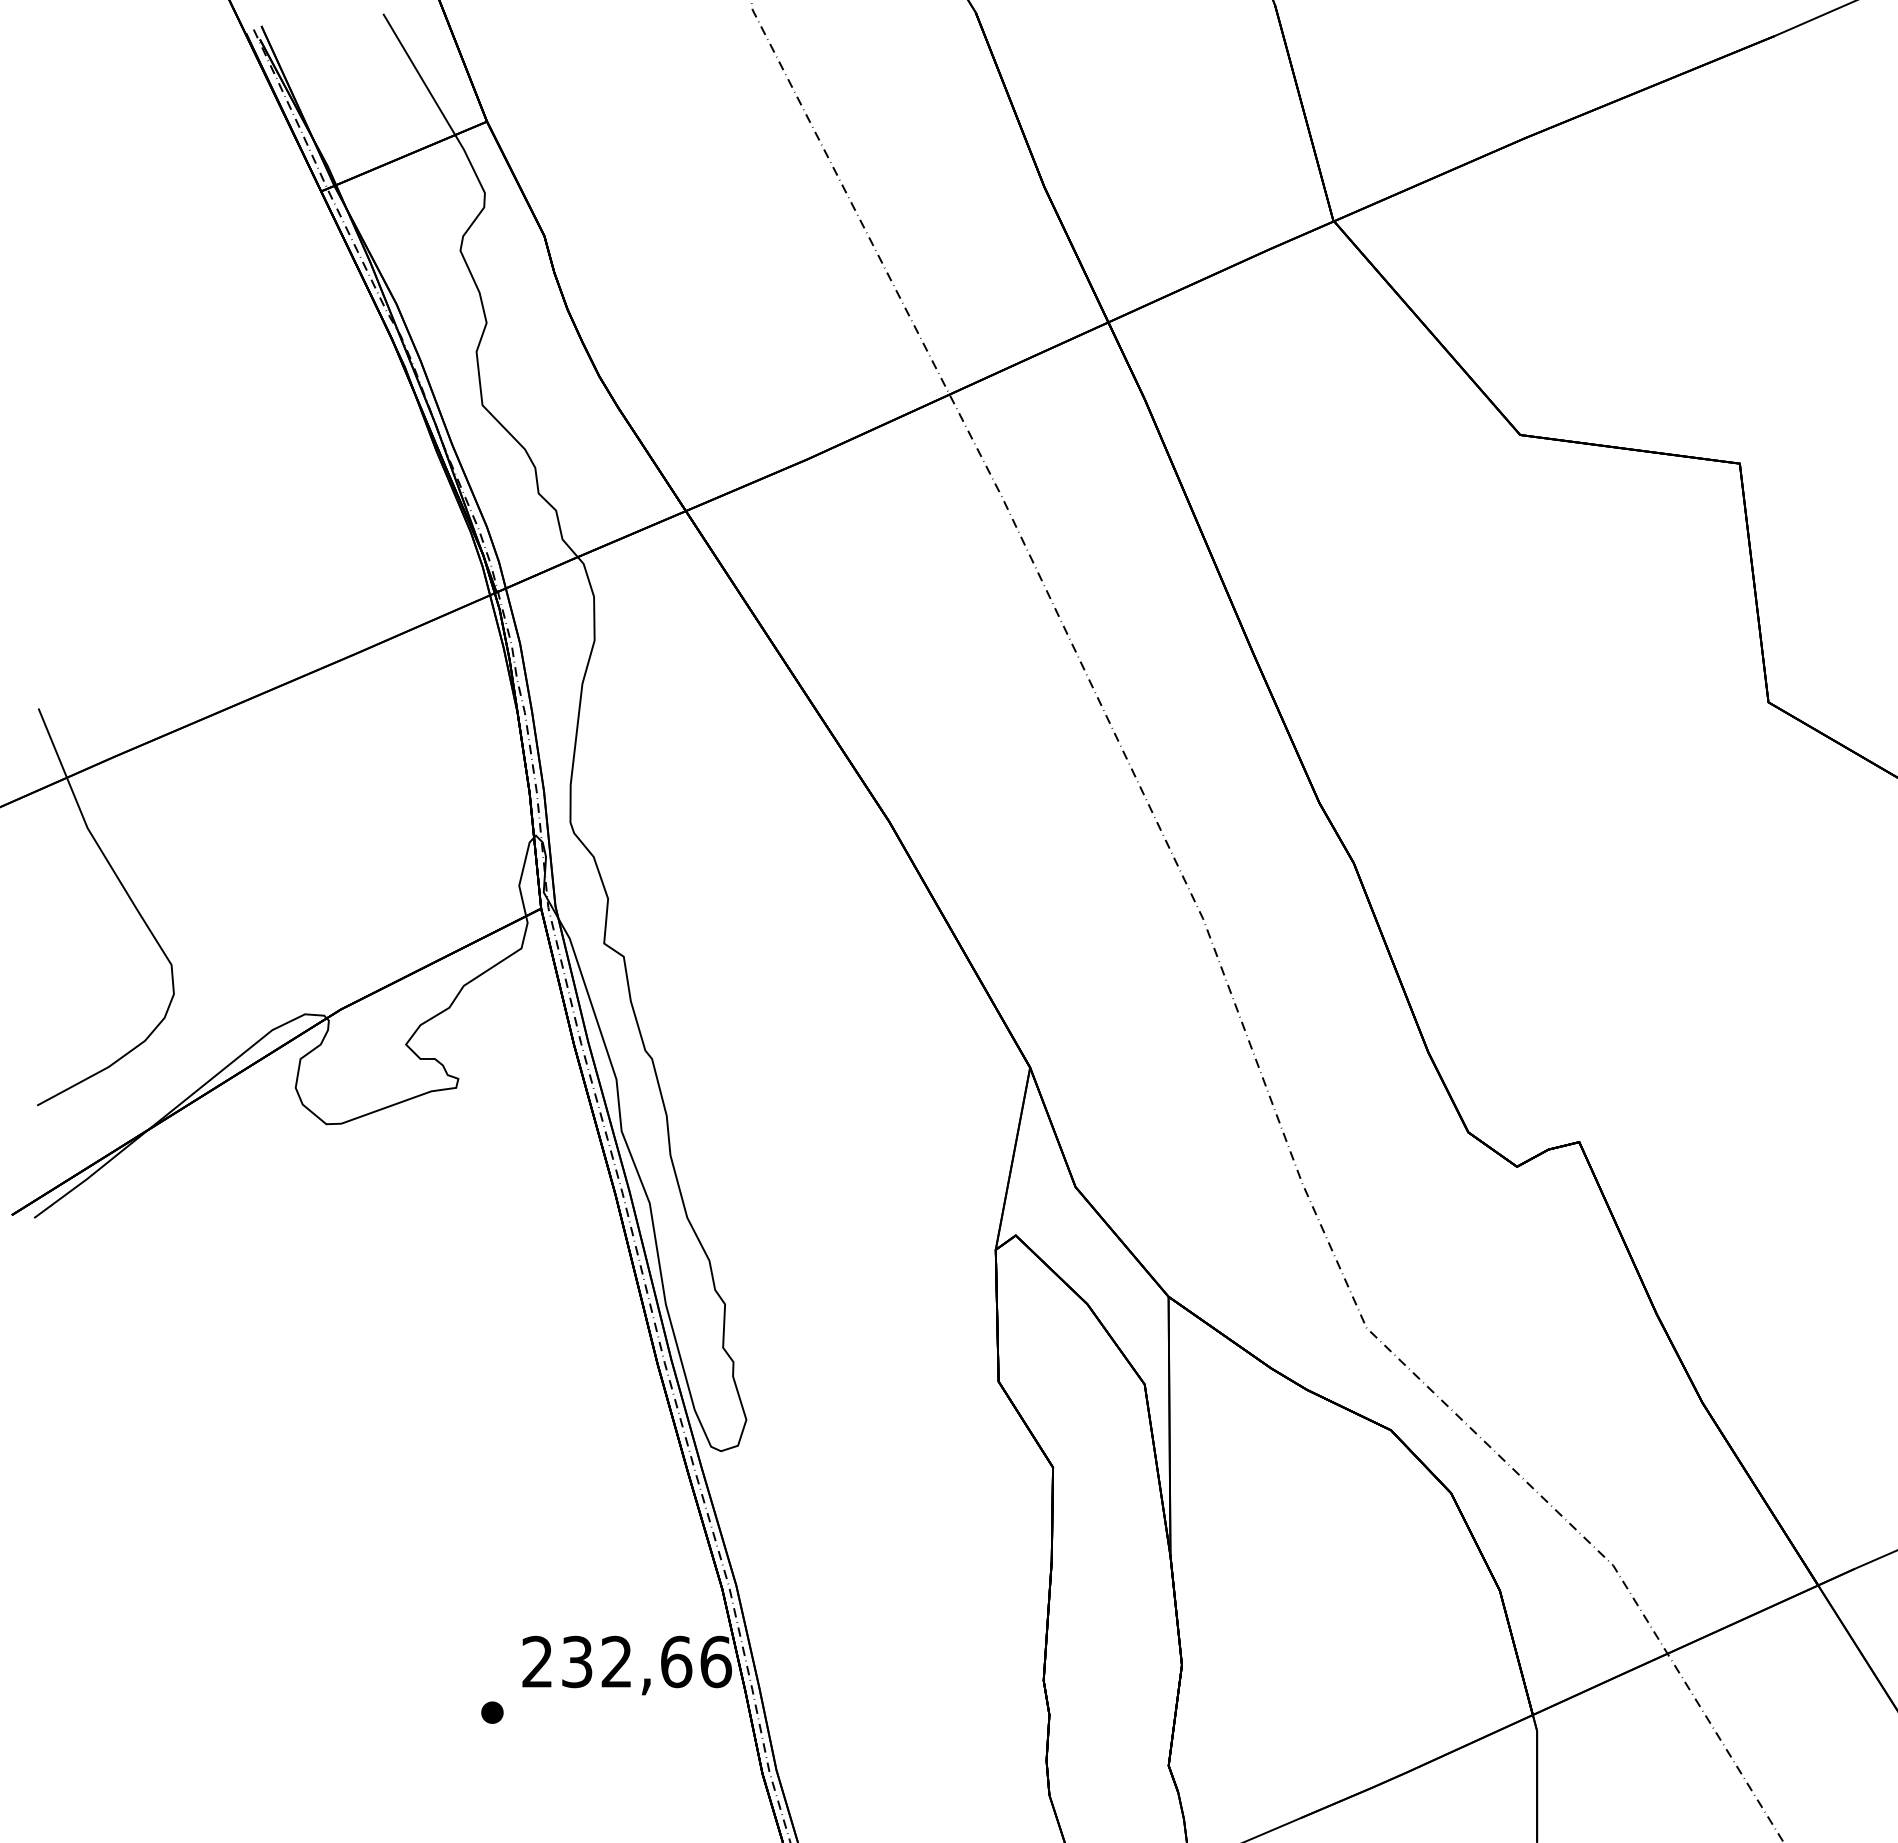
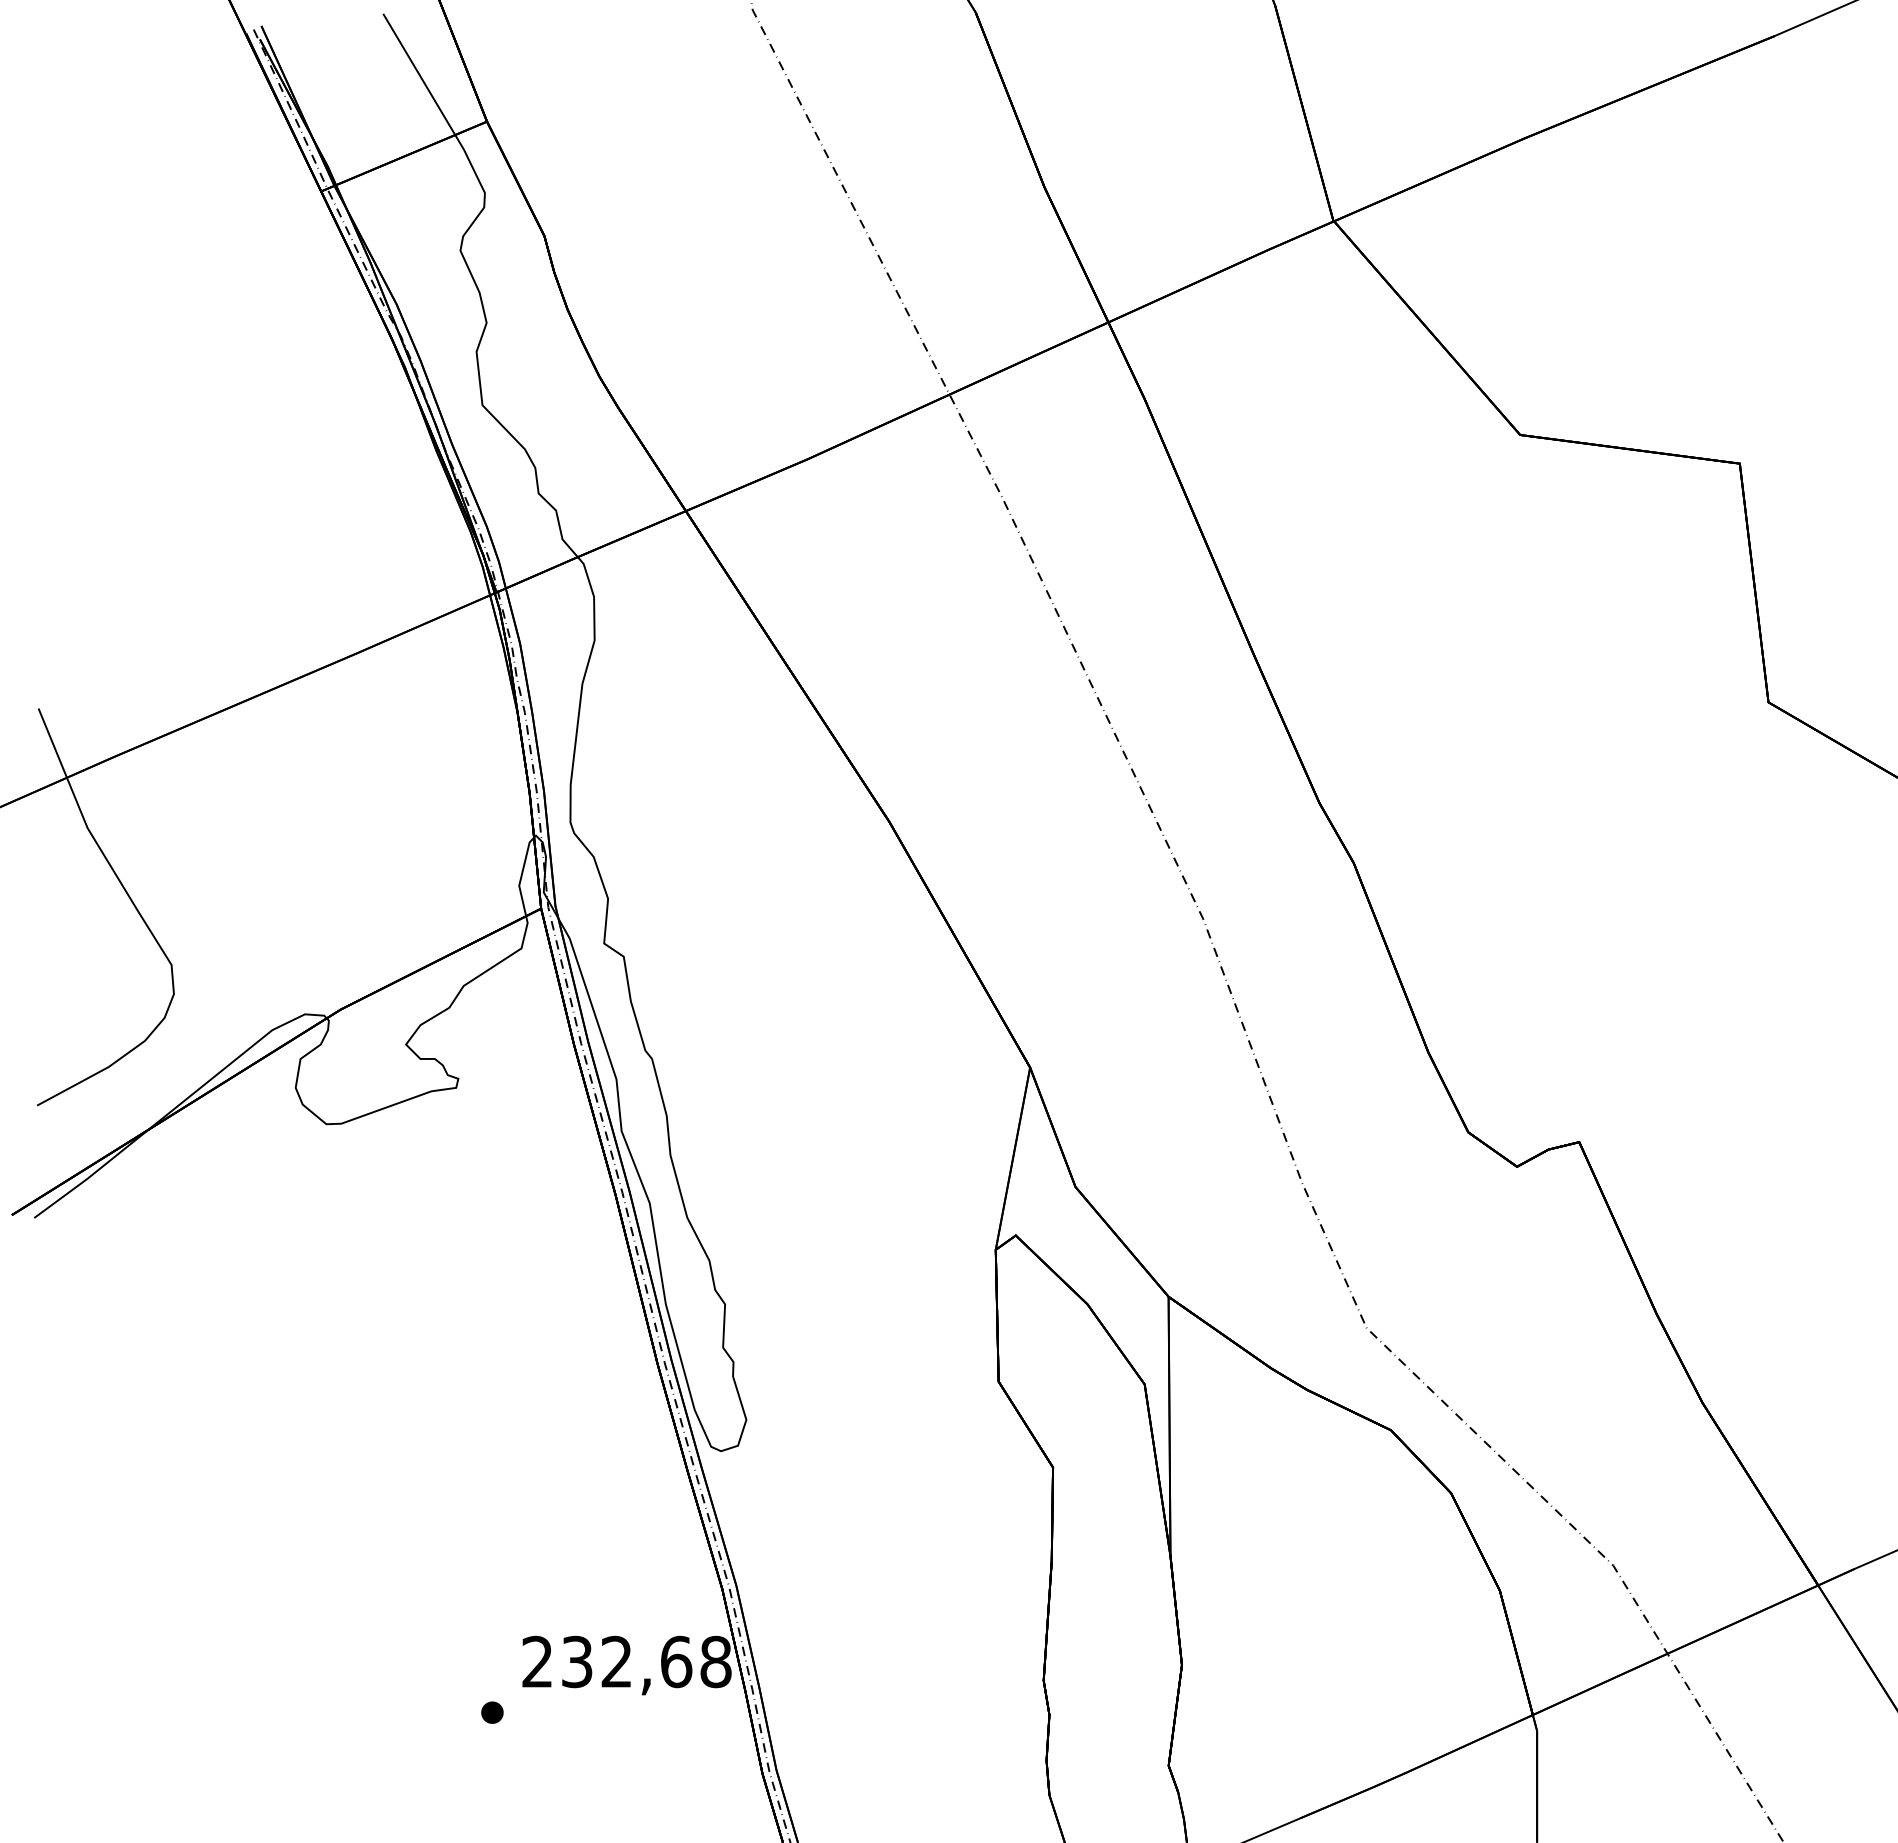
text at (715, 1661): 232,66 -> 232,68
